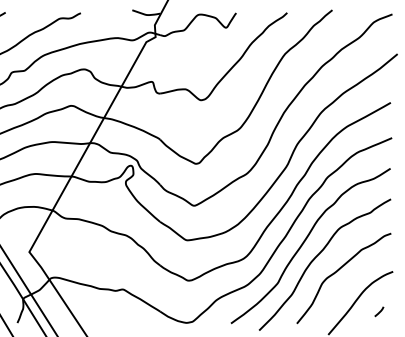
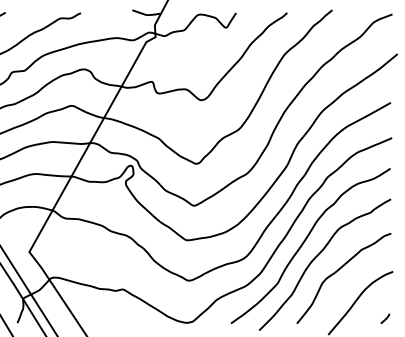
line at (379, 311) position: (379, 311) -> (385, 318)
